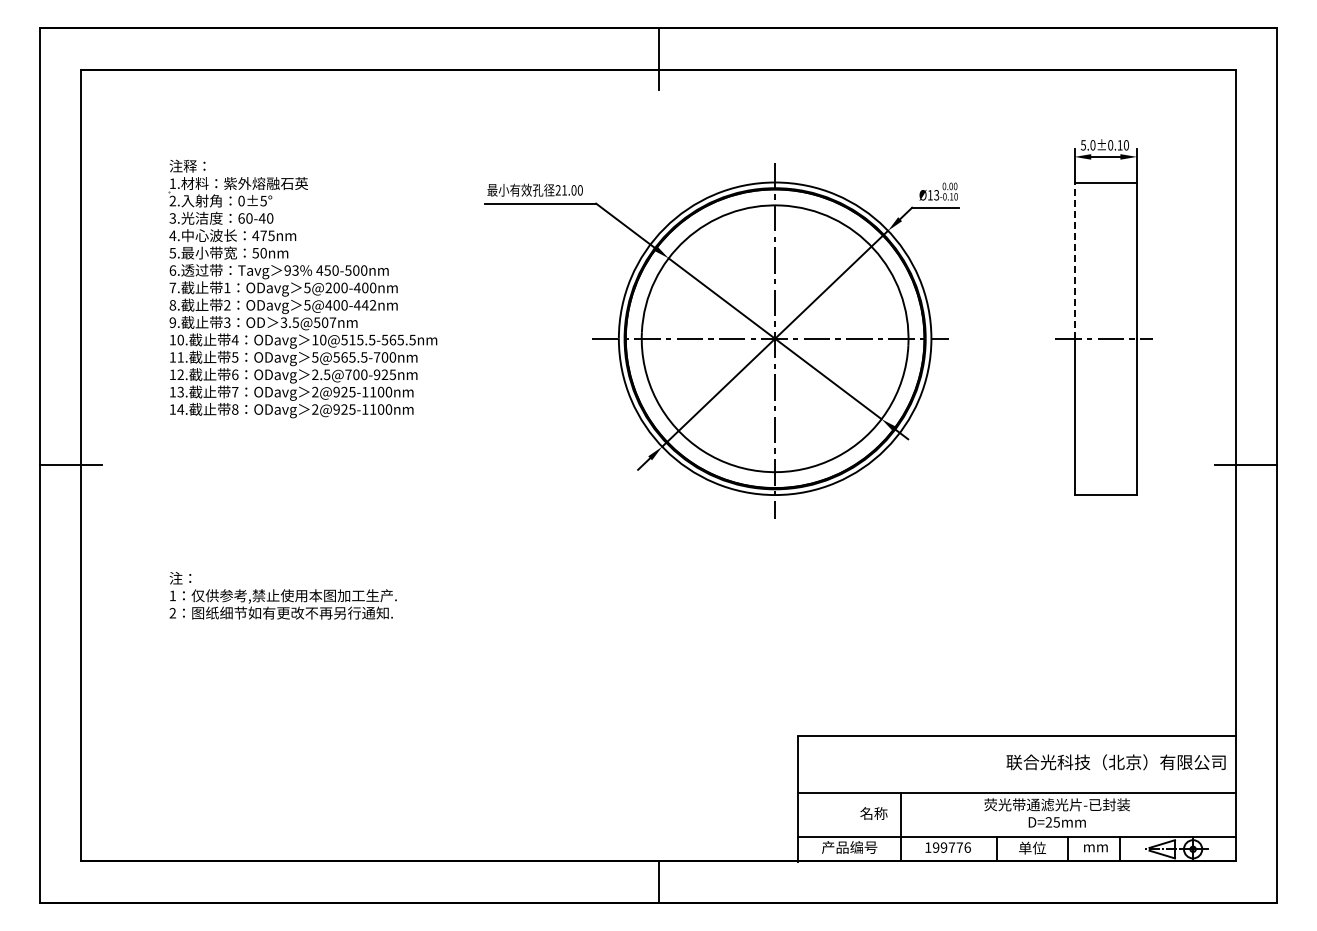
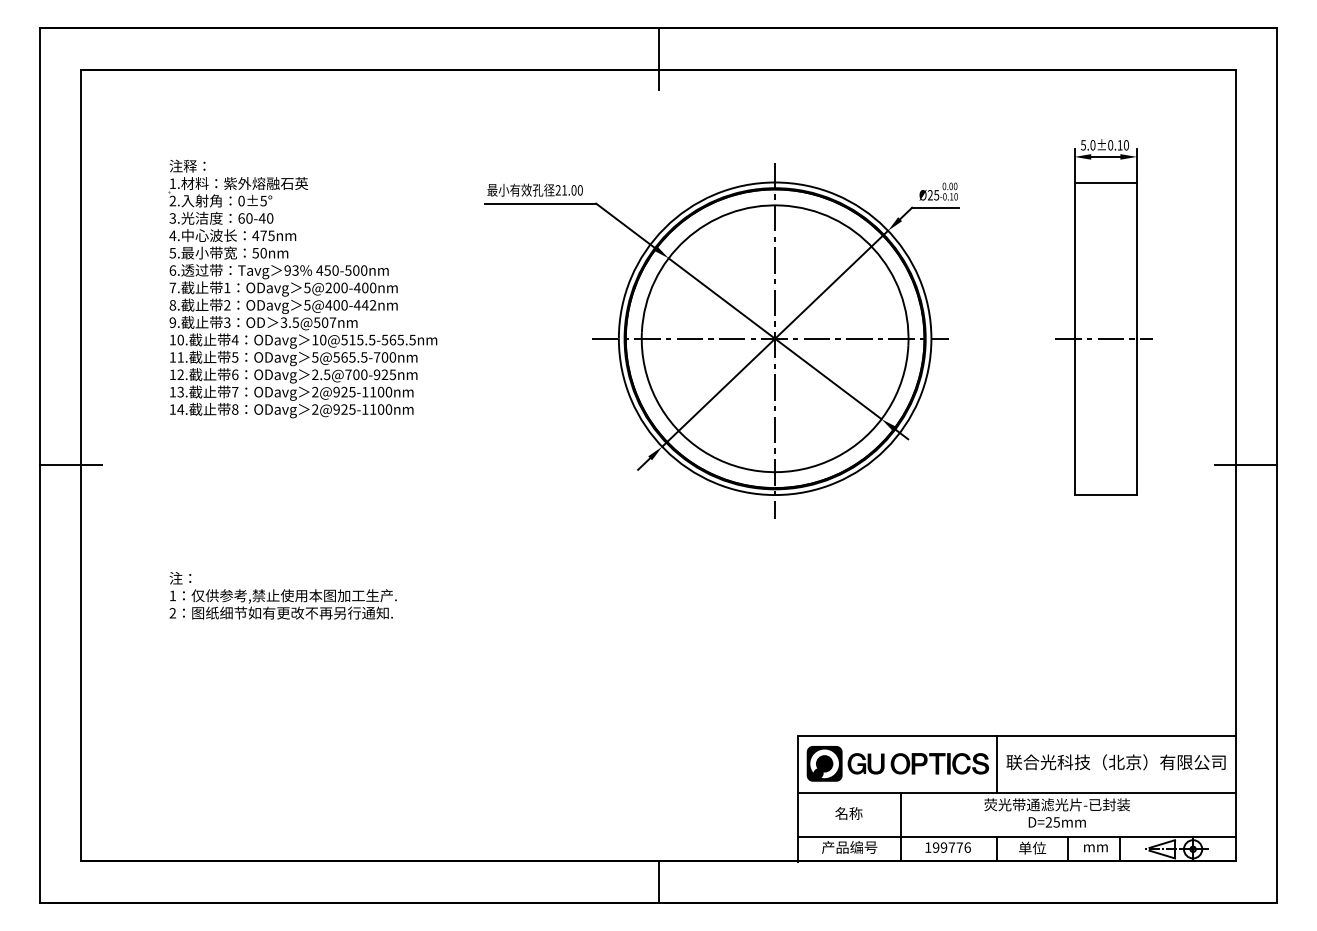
text at (933, 195): Ø13 -> Ø25
line at (1074, 260): dashed -> solid
part at (897, 763): none -> present
line at (996, 764): none -> present
text at (873, 813) position: (873, 813) -> (848, 813)
